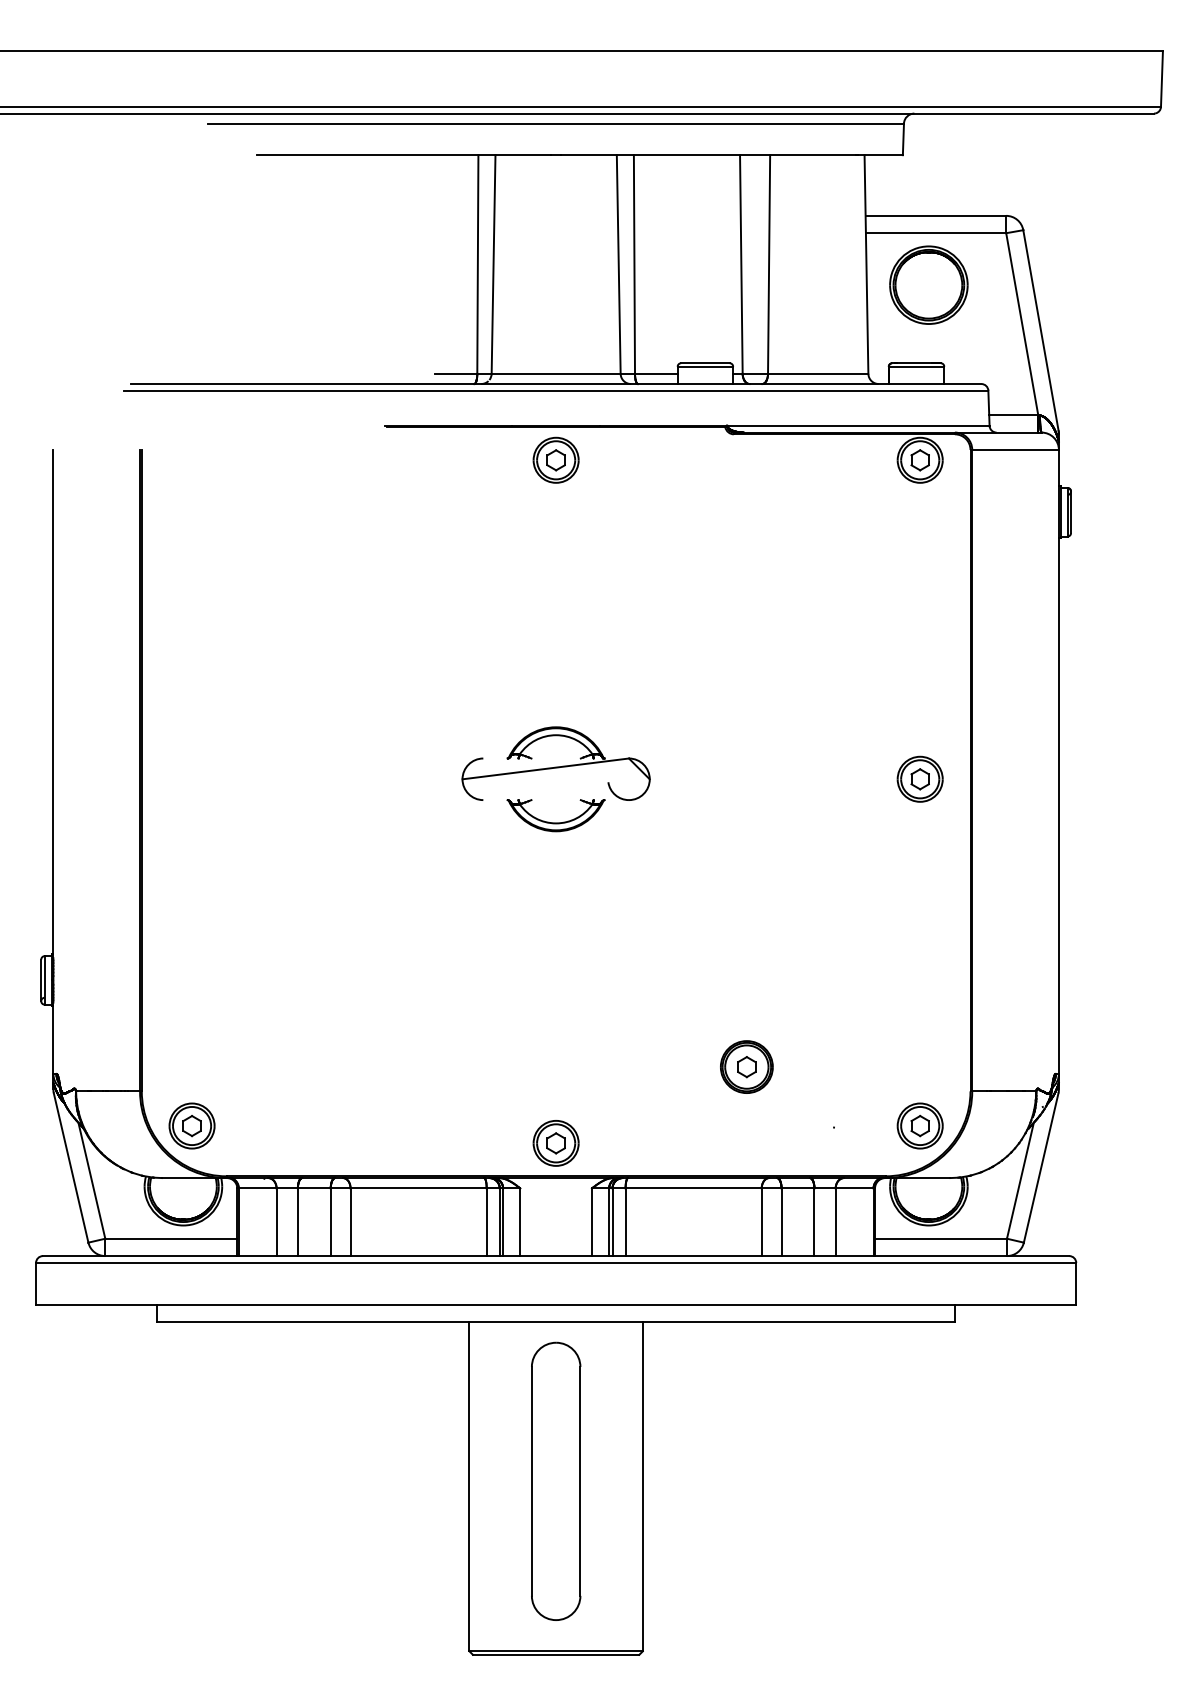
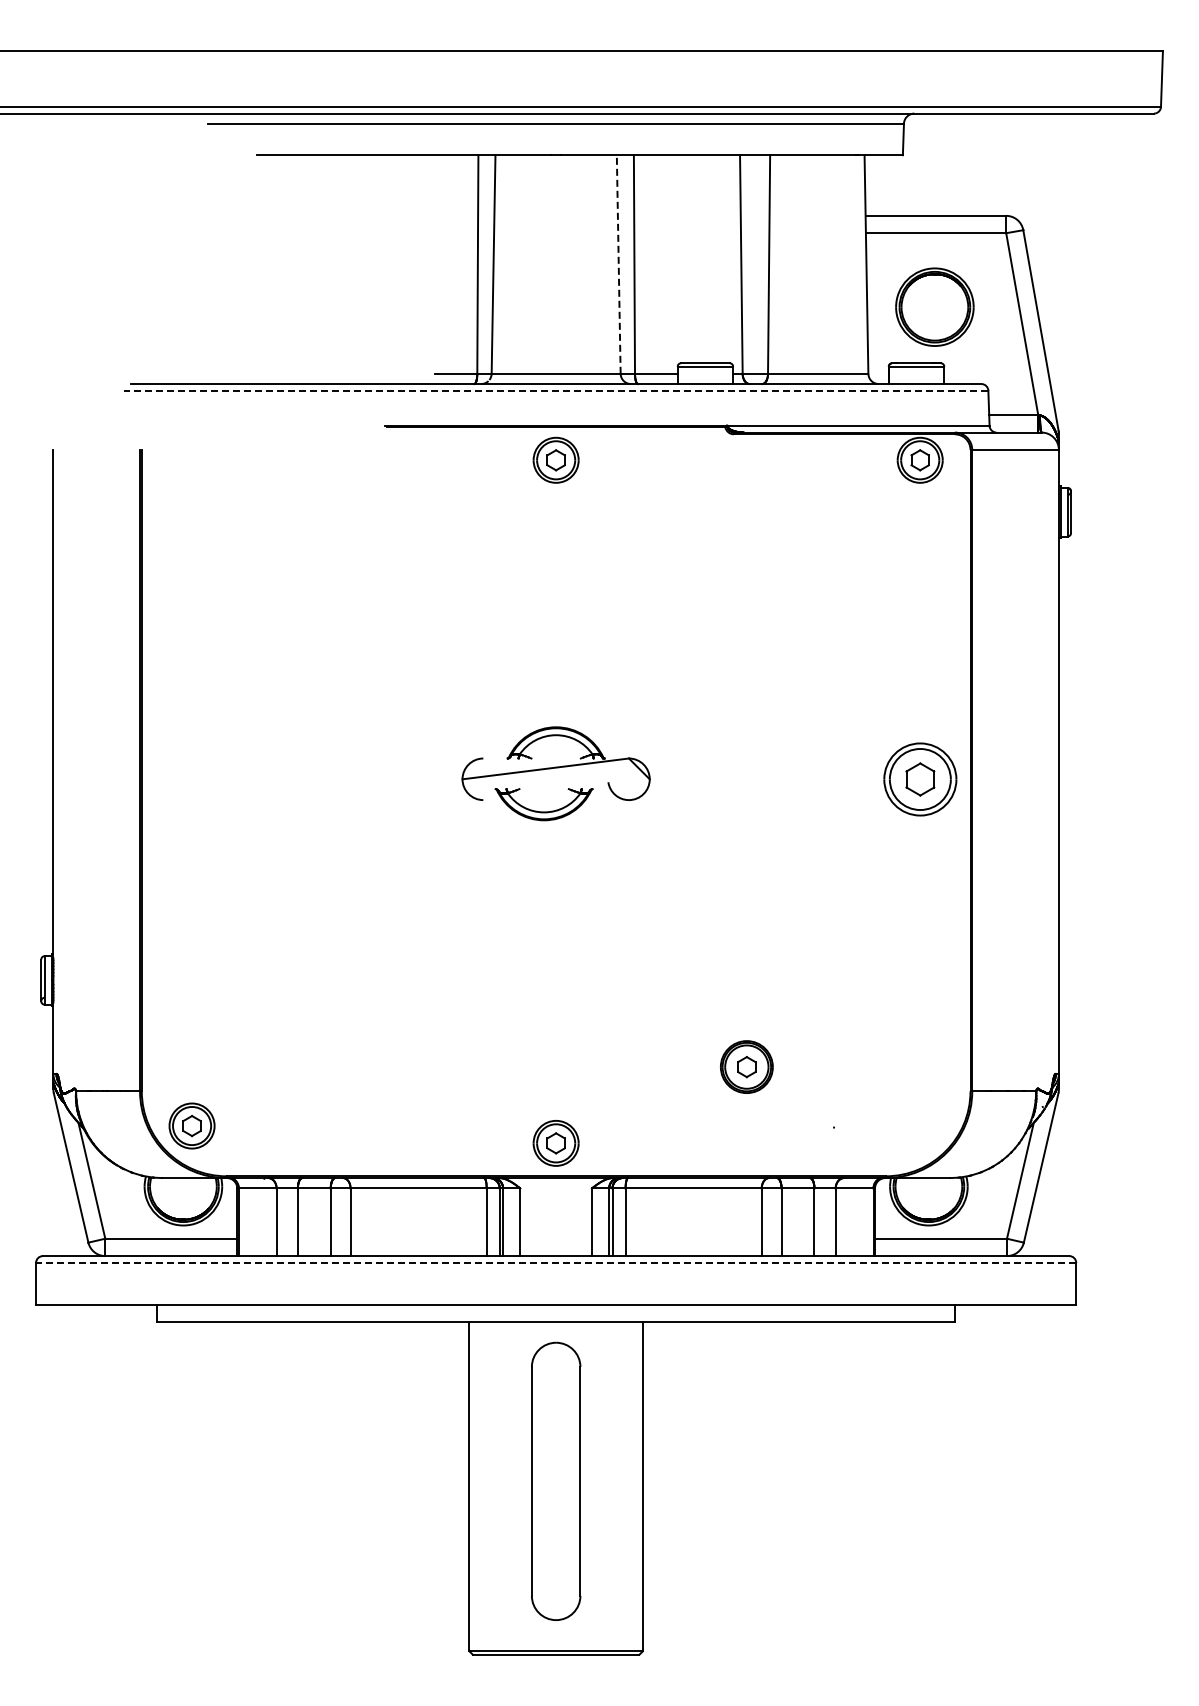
line at (618, 264): solid -> dashed
part at (928, 284) position: (928, 284) -> (934, 306)
line at (555, 390): solid -> dashed
part at (919, 778) size: 48x48 px -> 75x75 px
part at (555, 822) position: (555, 822) -> (543, 811)
part at (919, 1125): present -> none
line at (555, 1263): solid -> dashed
